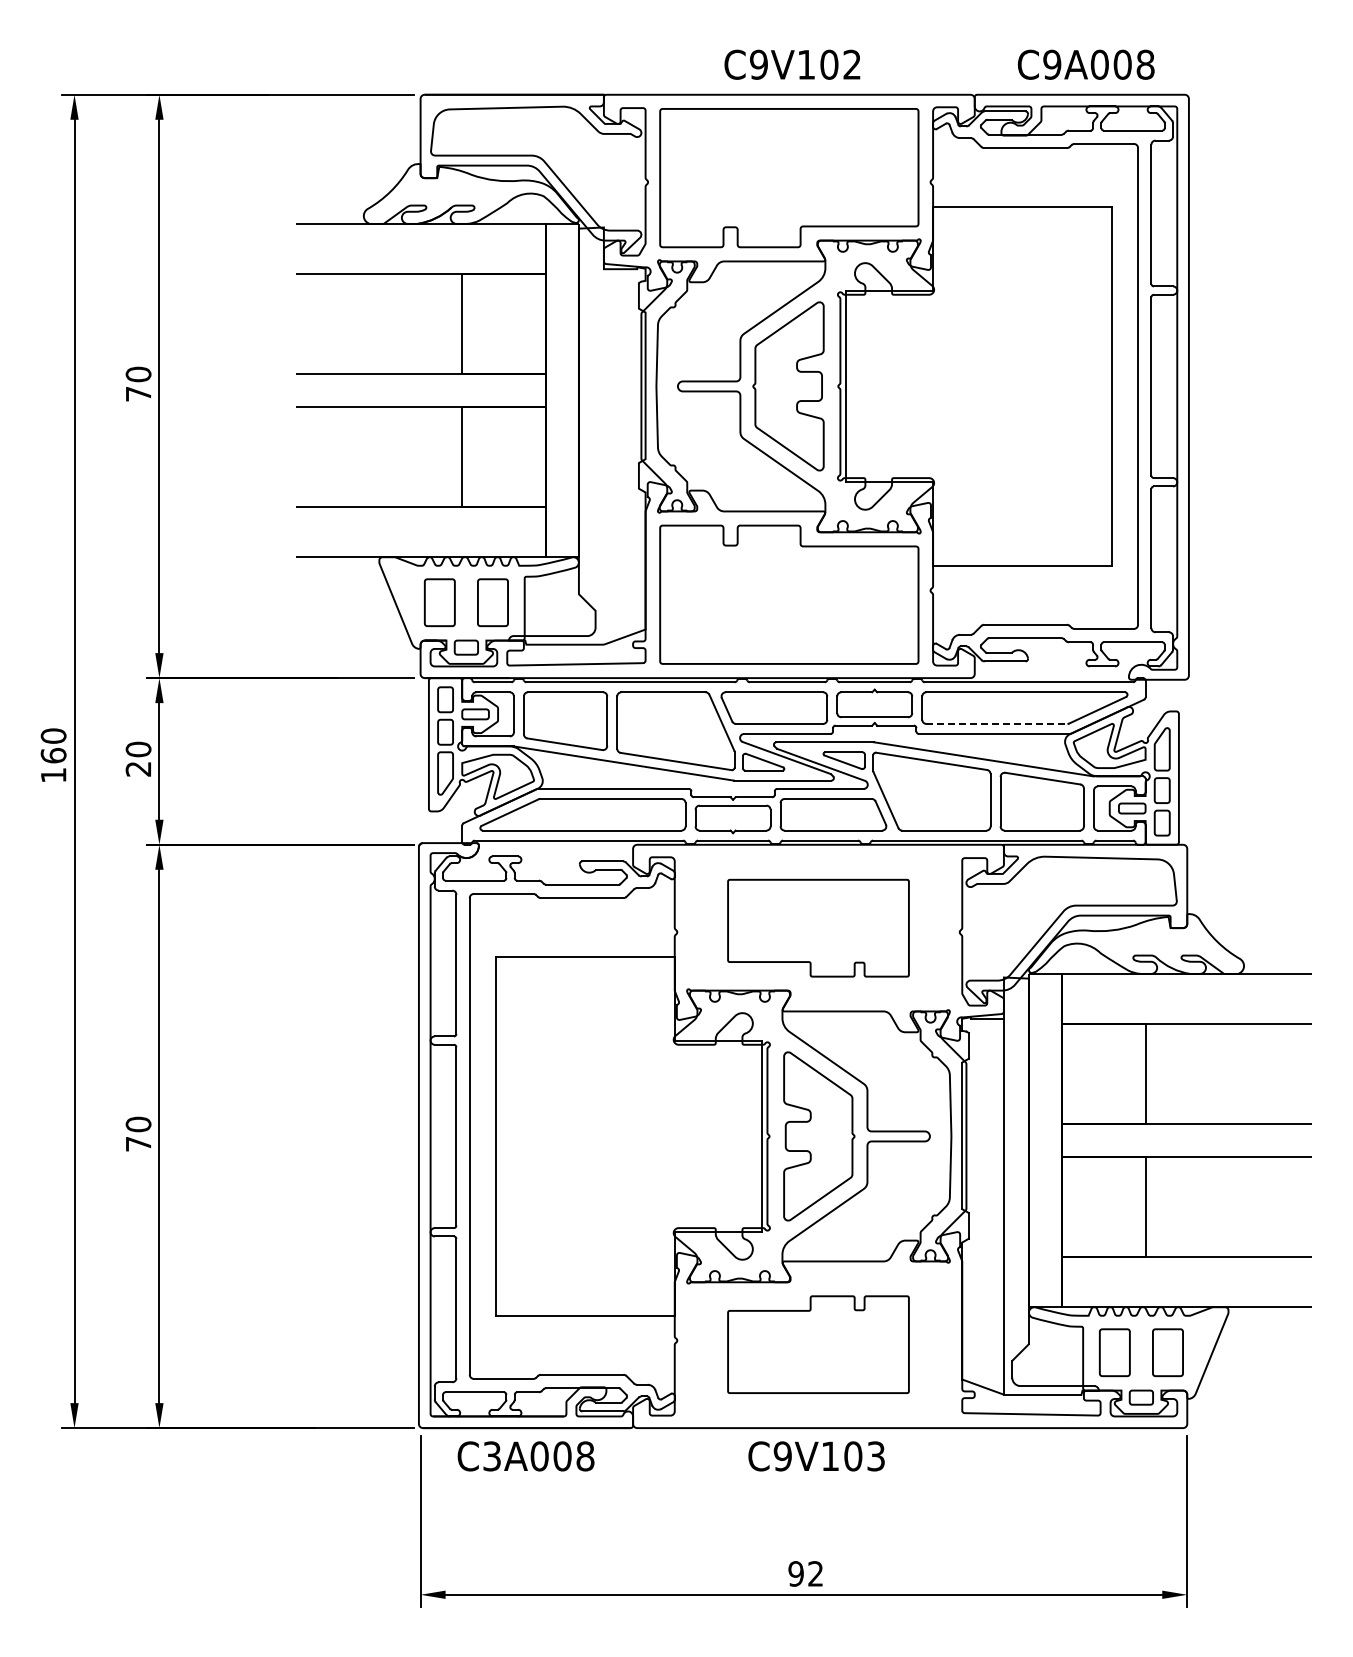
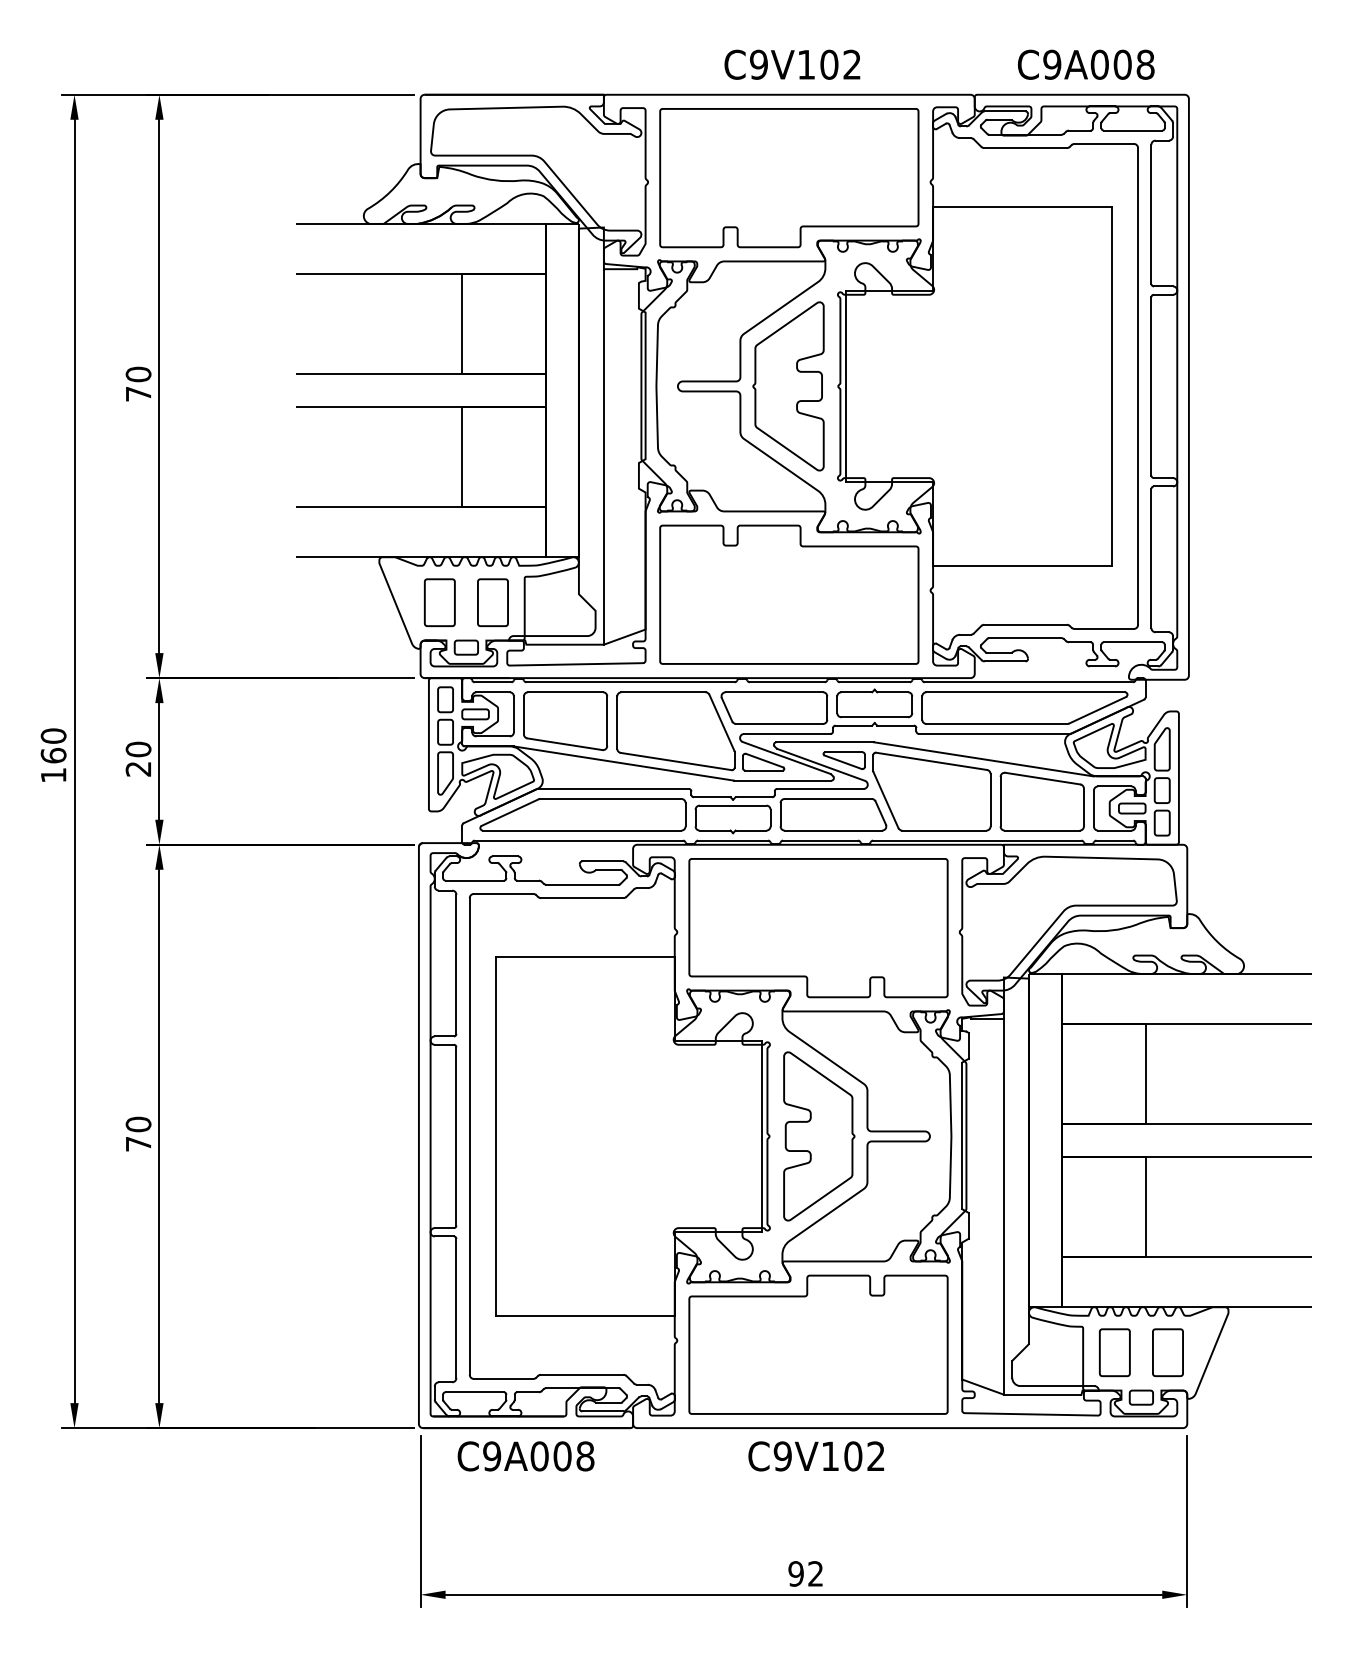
line at (603, 456): none -> present
line at (996, 723): dashed -> solid
part at (818, 927) size: 183x100 px -> 261x141 px
part at (818, 1344) size: 183x99 px -> 261x141 px
text at (492, 1456): C3A008 -> C9A008
text at (875, 1456): C9V103 -> C9V102
